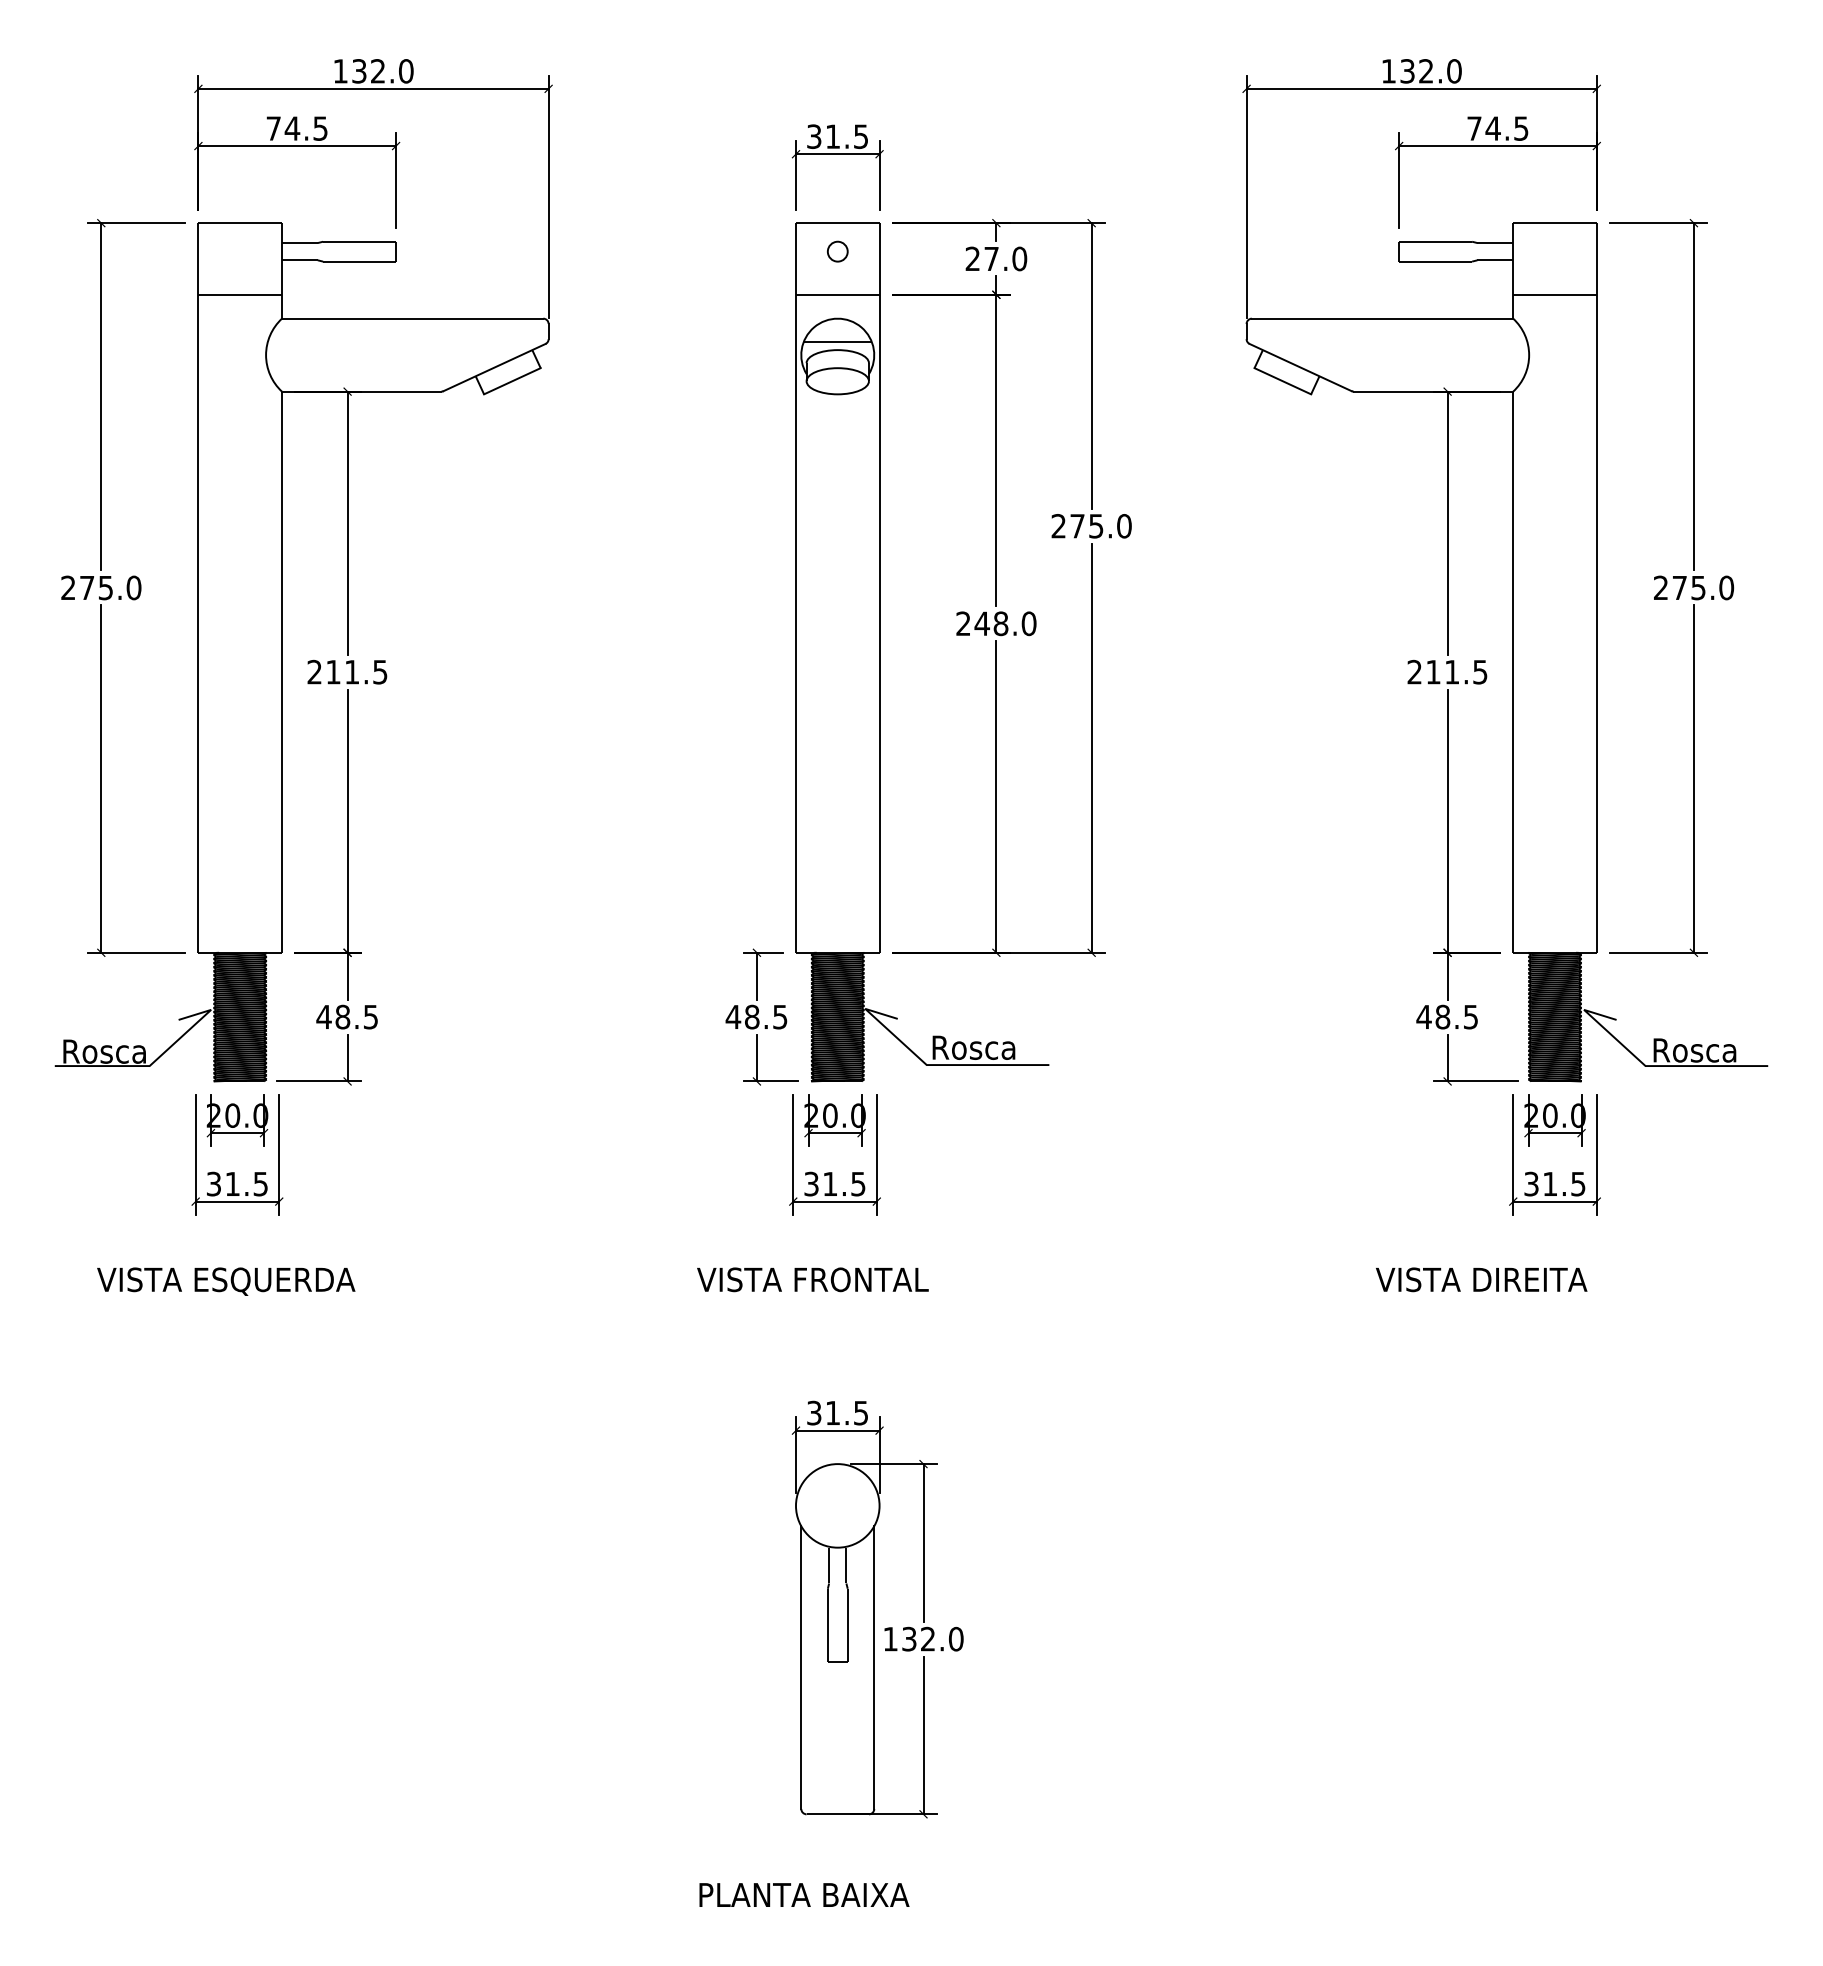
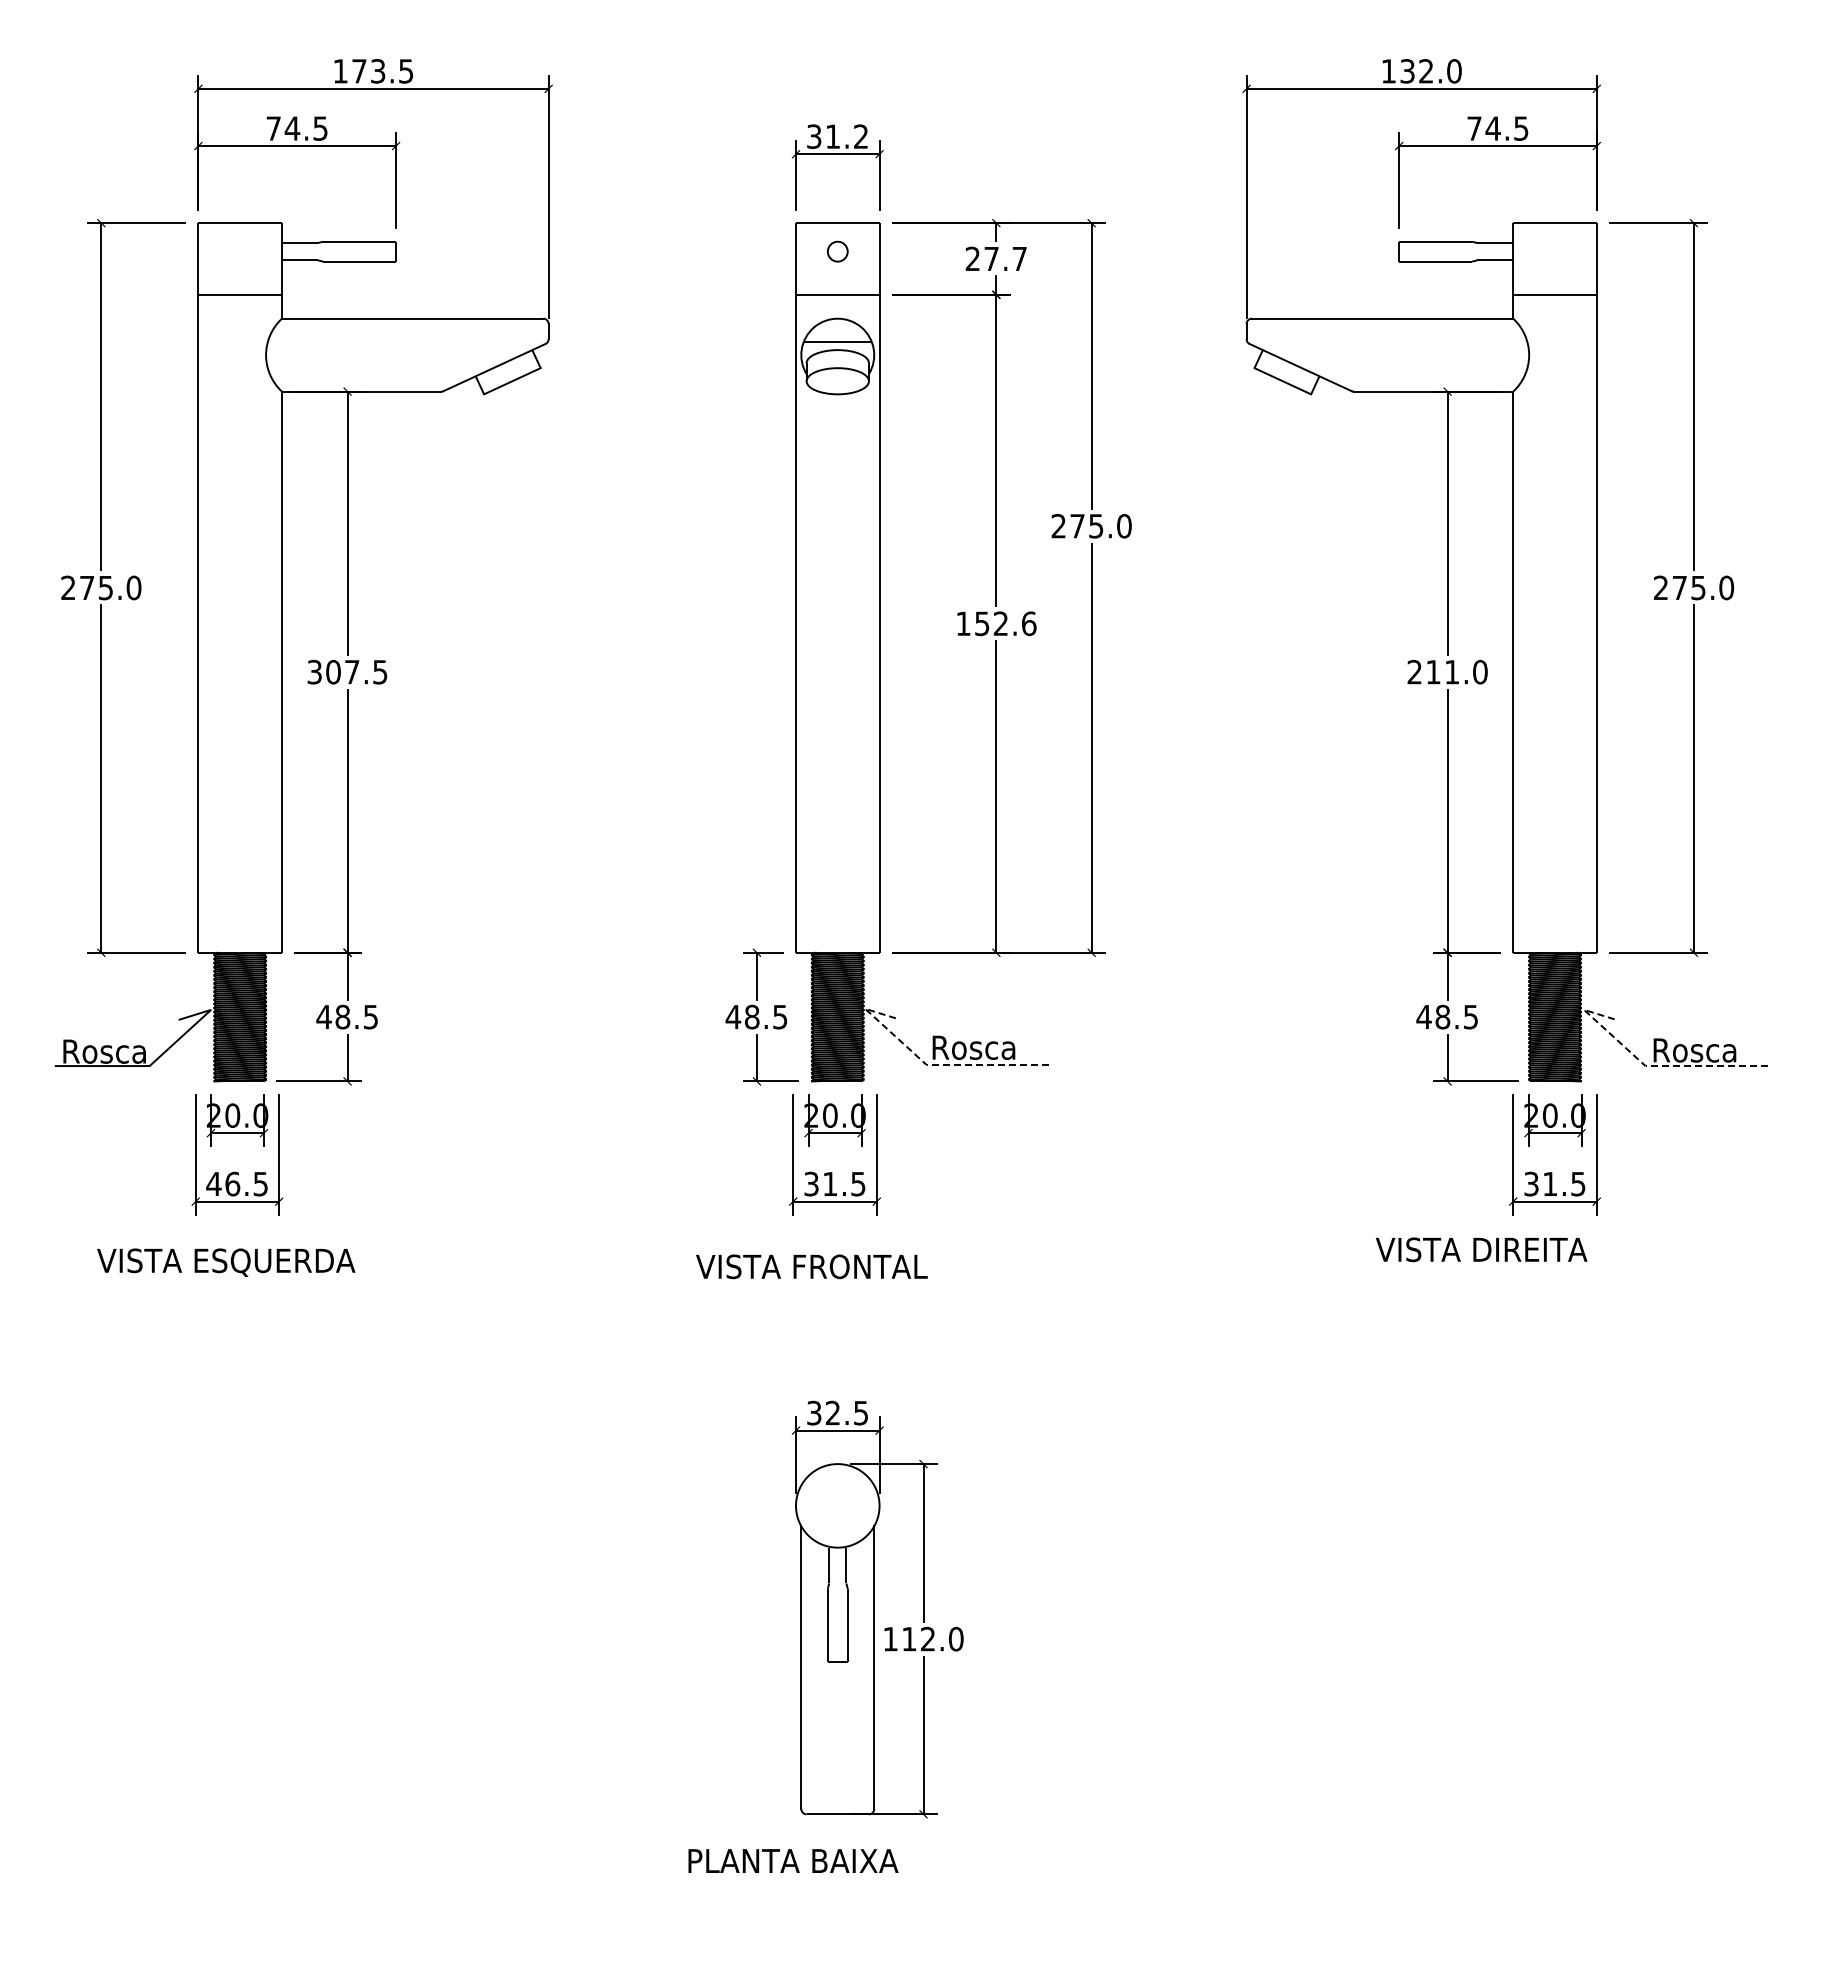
text at (382, 71): 132.0 -> 173.5
text at (860, 136): 31.5 -> 31.2
text at (1019, 258): 27.0 -> 27.7
text at (996, 623): 248.0 -> 152.6
text at (333, 671): 211.5 -> 307.5
text at (1480, 671): 211.5 -> 211.0
line at (927, 1065): solid -> dashed
line at (1646, 1066): solid -> dashed
text at (223, 1183): 31.5 -> 46.5
text at (812, 1279) position: (812, 1279) -> (811, 1266)
text at (1481, 1279) position: (1481, 1279) -> (1481, 1249)
text at (226, 1281) position: (226, 1281) -> (226, 1262)
text at (832, 1412): 31.5 -> 32.5
text at (909, 1638): 132.0 -> 112.0
text at (804, 1894) position: (804, 1894) -> (793, 1860)
